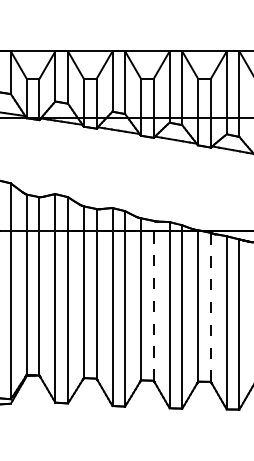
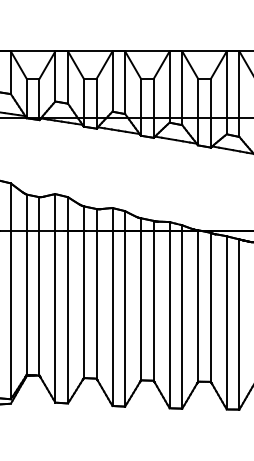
line at (153, 300): dashed -> solid
line at (210, 306): dashed -> solid
